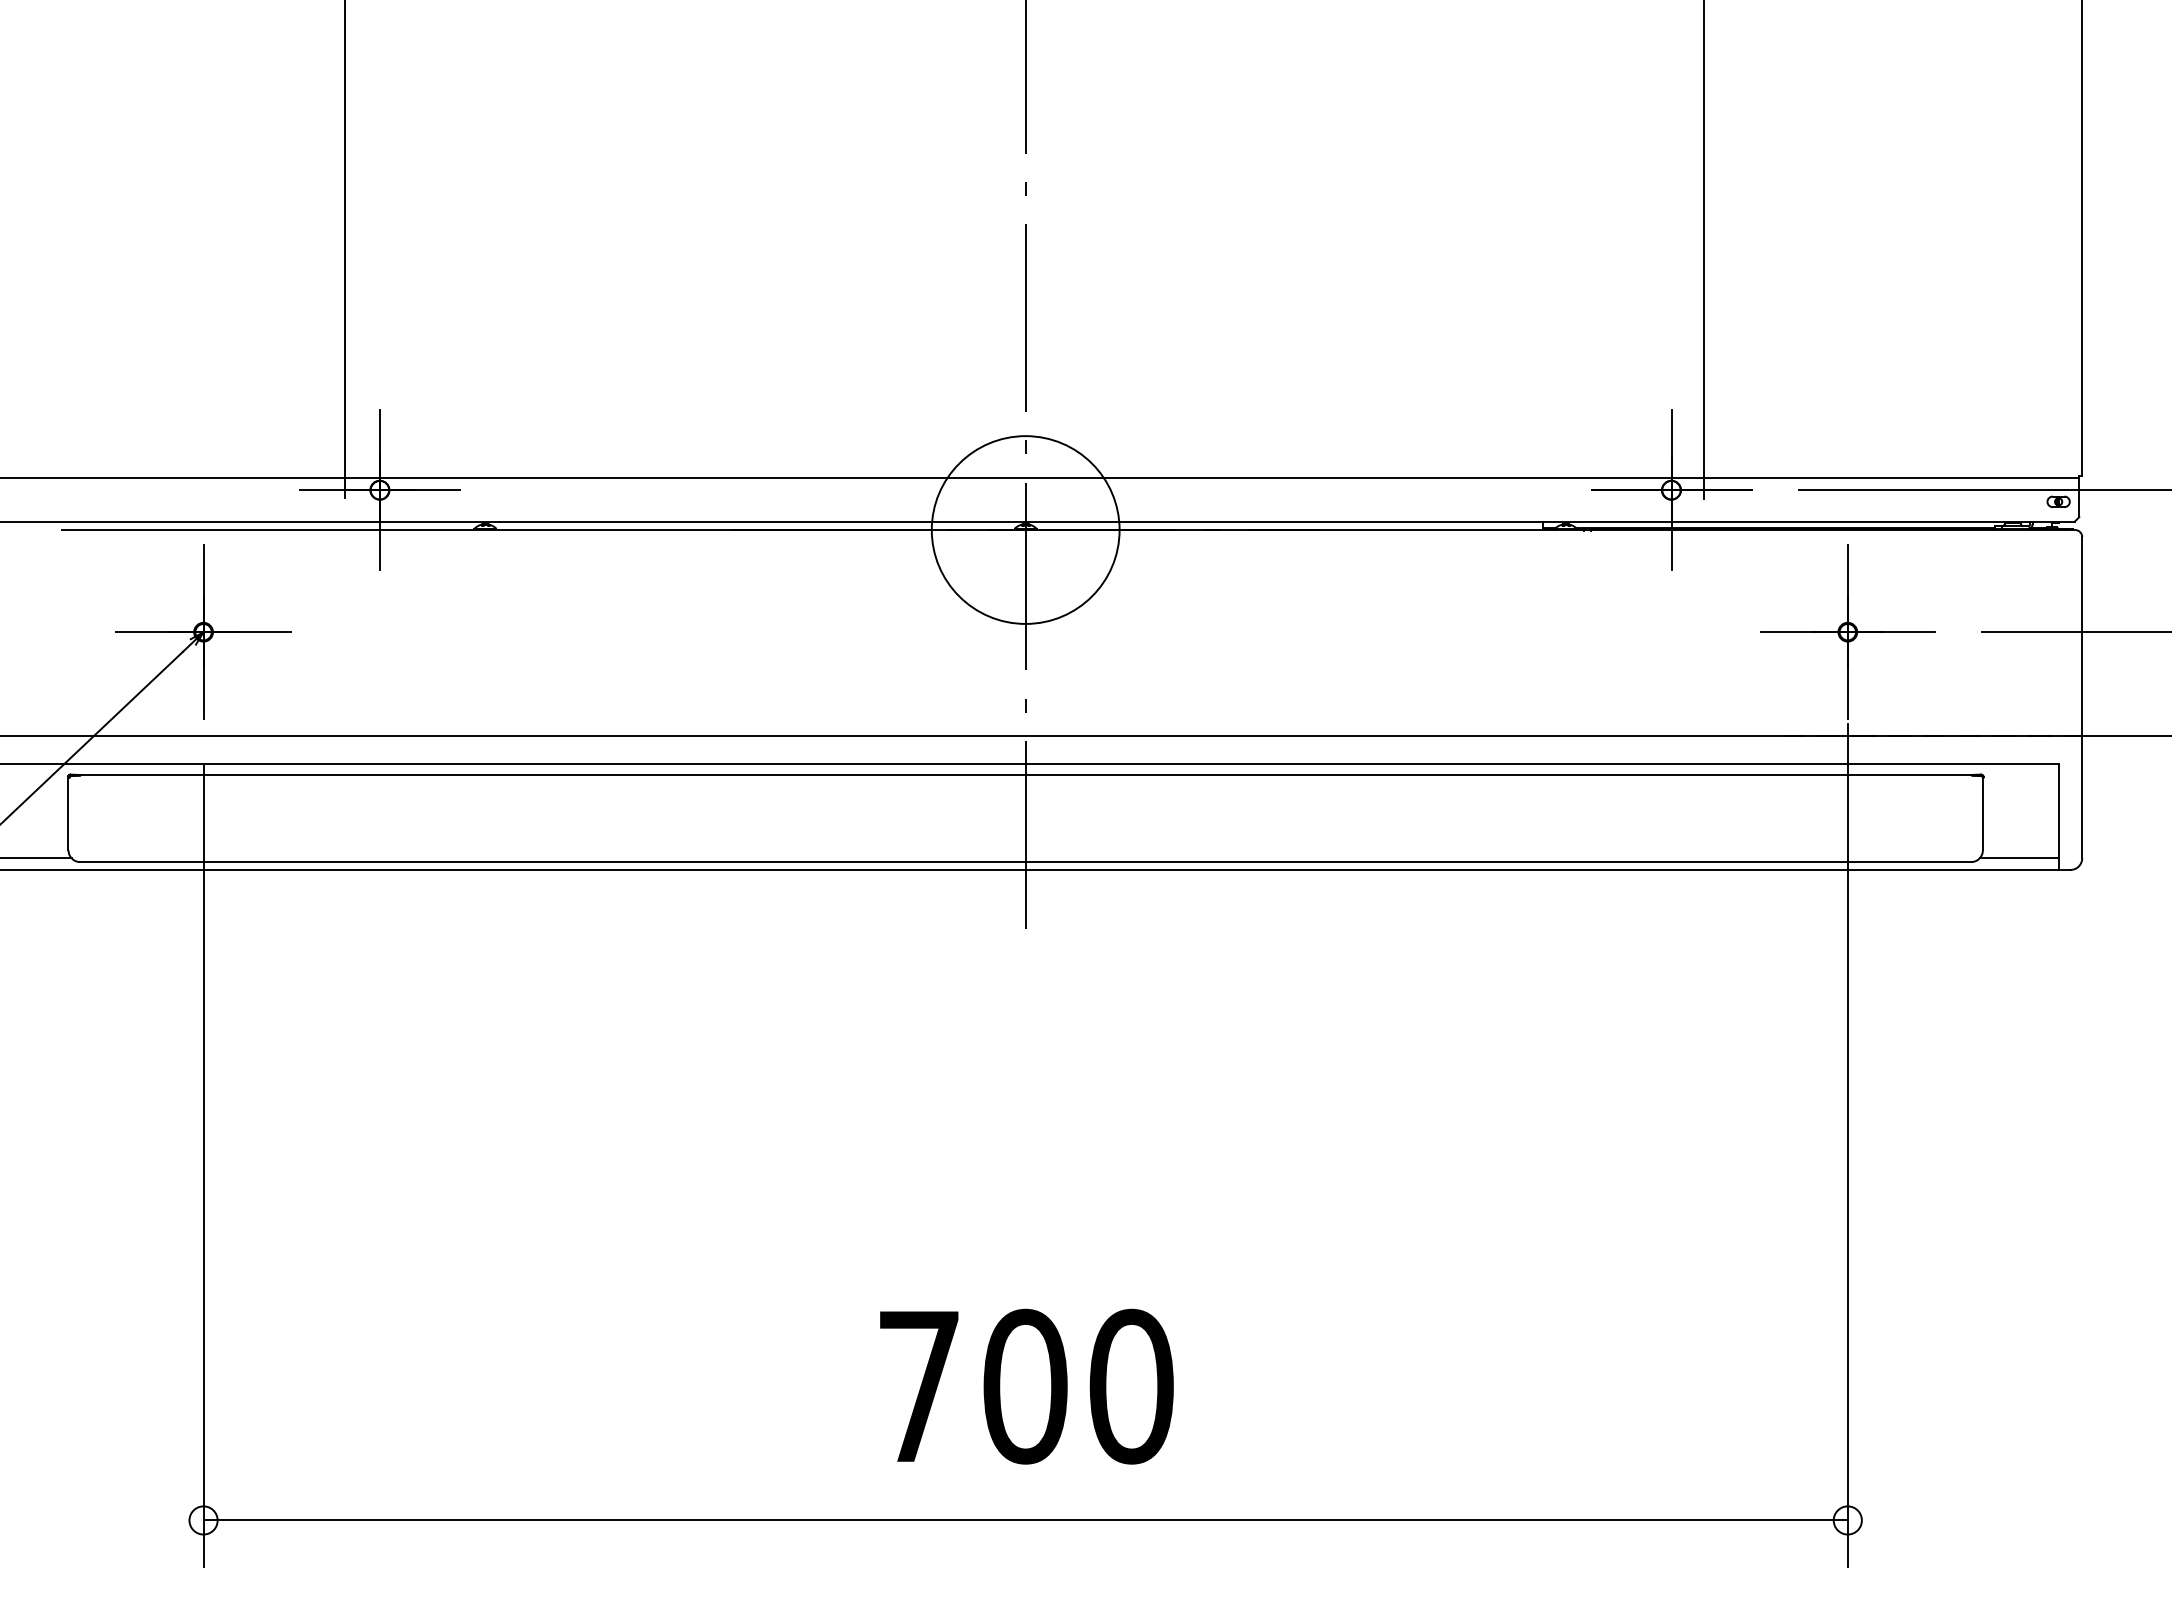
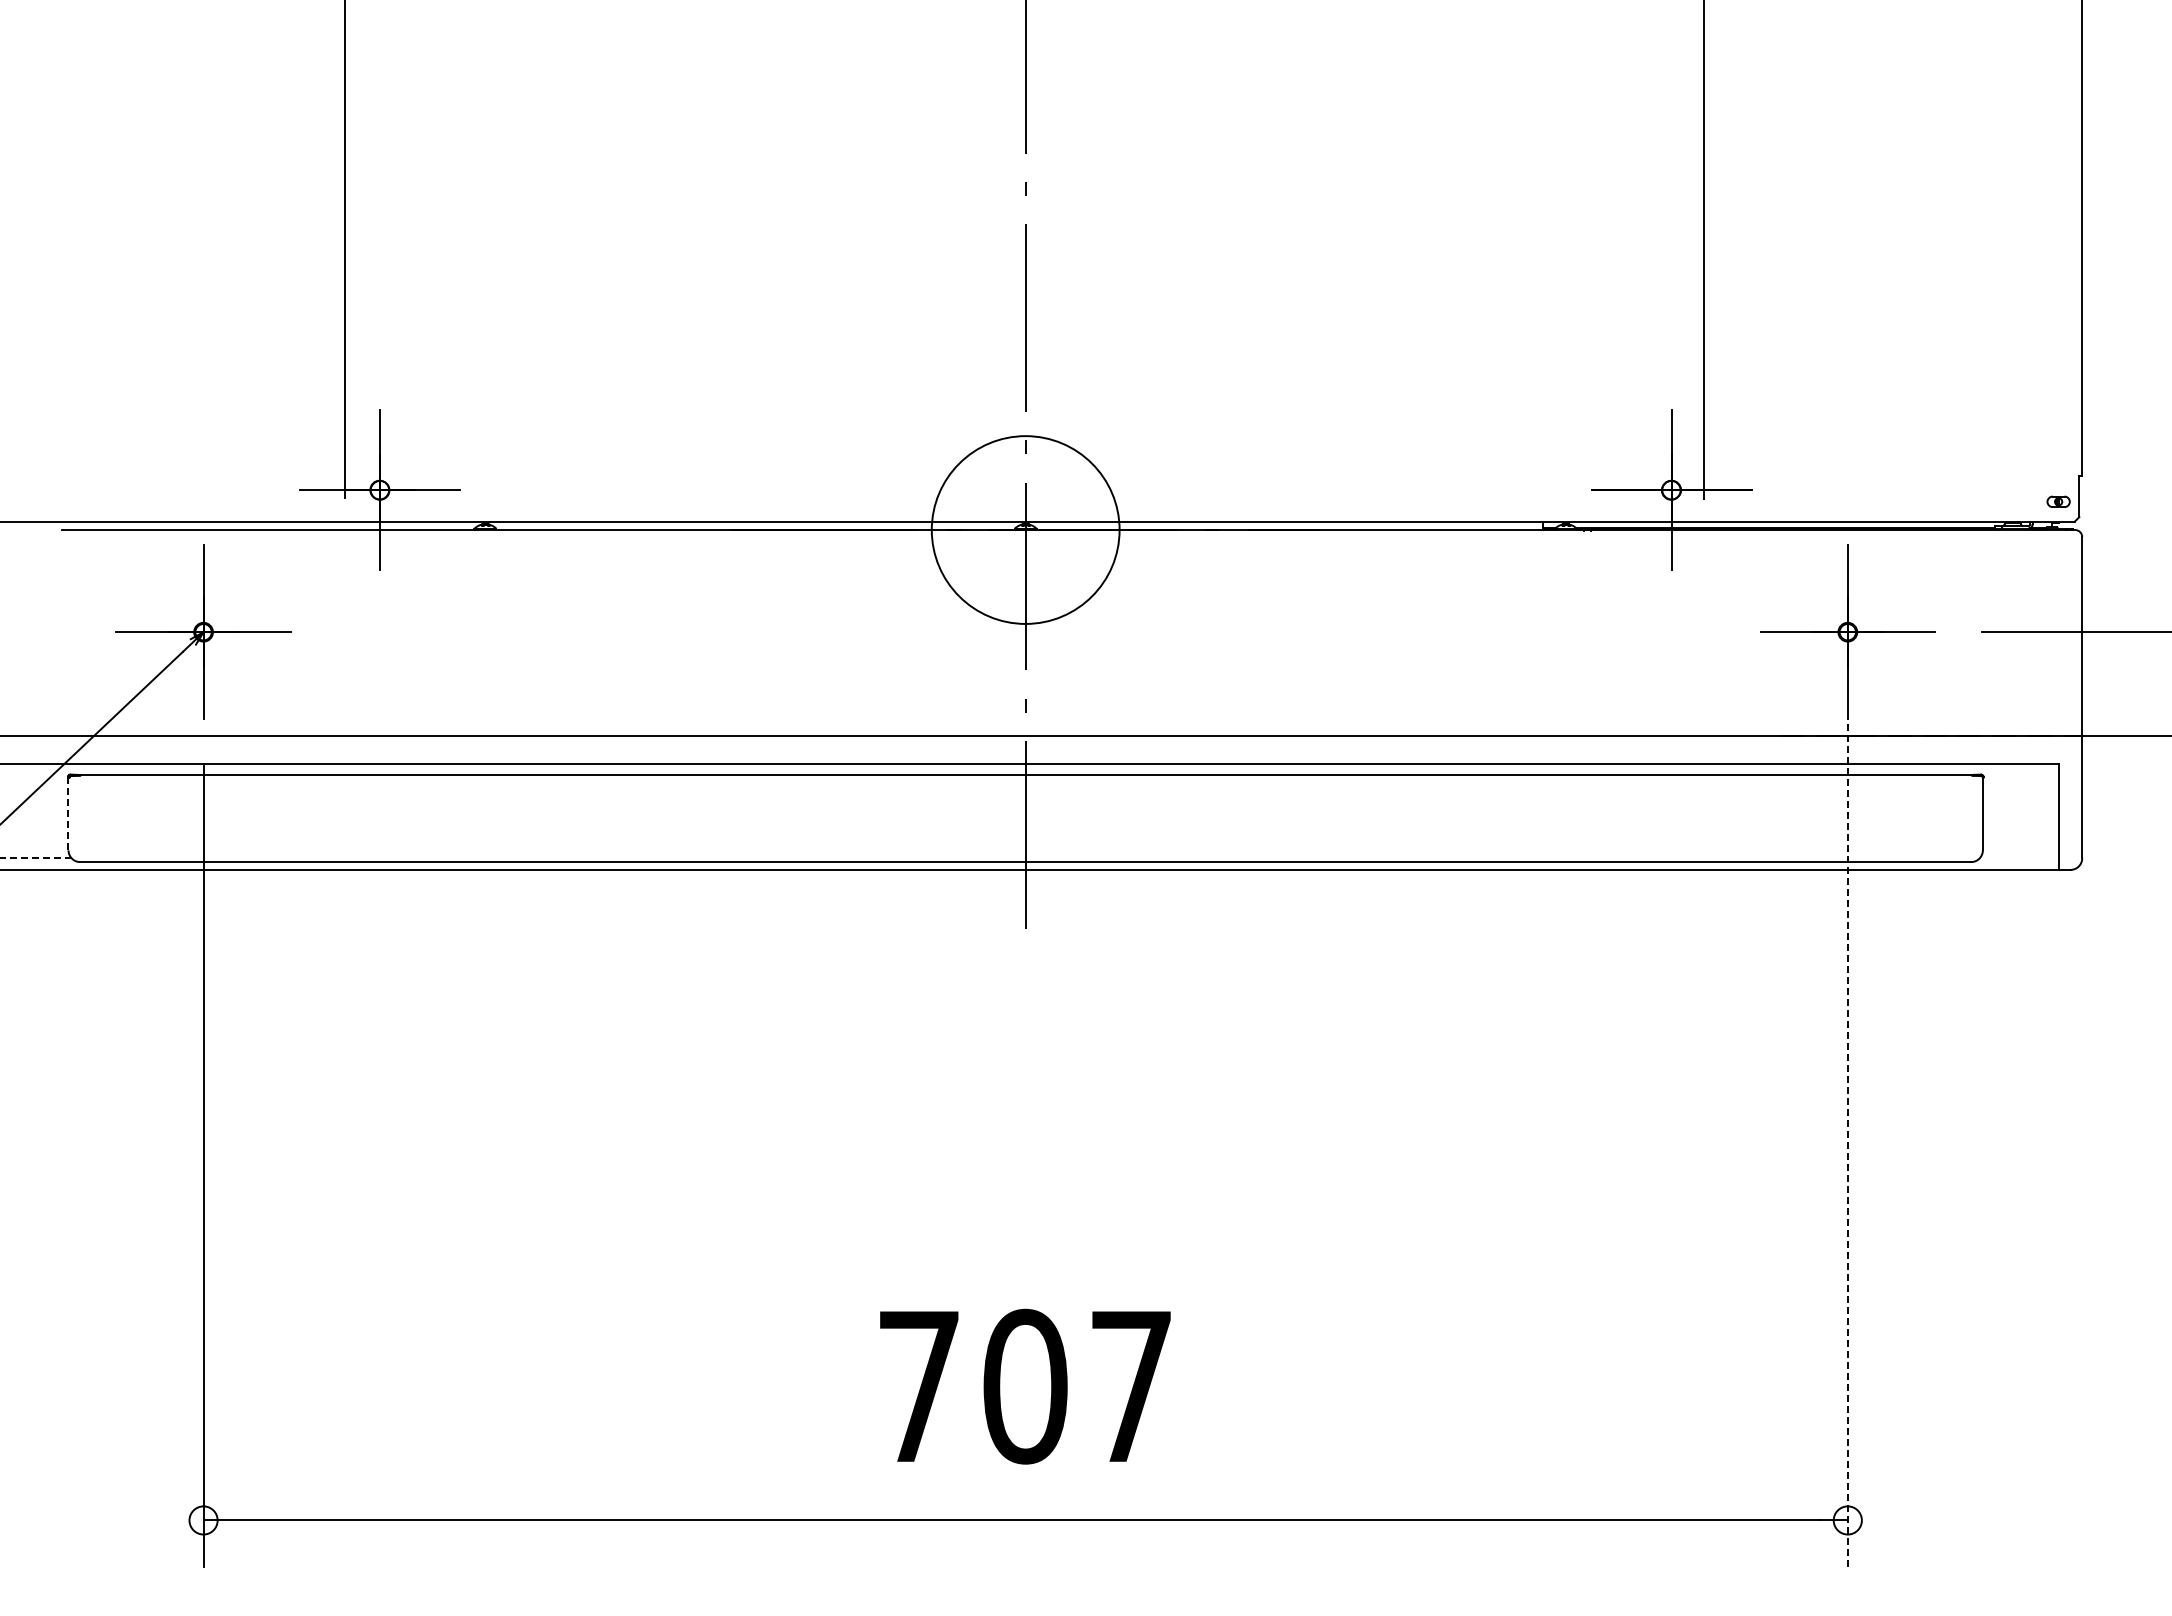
line at (1040, 478): present -> none
line at (1983, 490): present -> none
line at (68, 813): solid -> dashed
line at (35, 858): solid -> dashed
line at (2019, 858): present -> none
line at (1847, 1145): solid -> dashed
text at (1131, 1386): 700 -> 707
